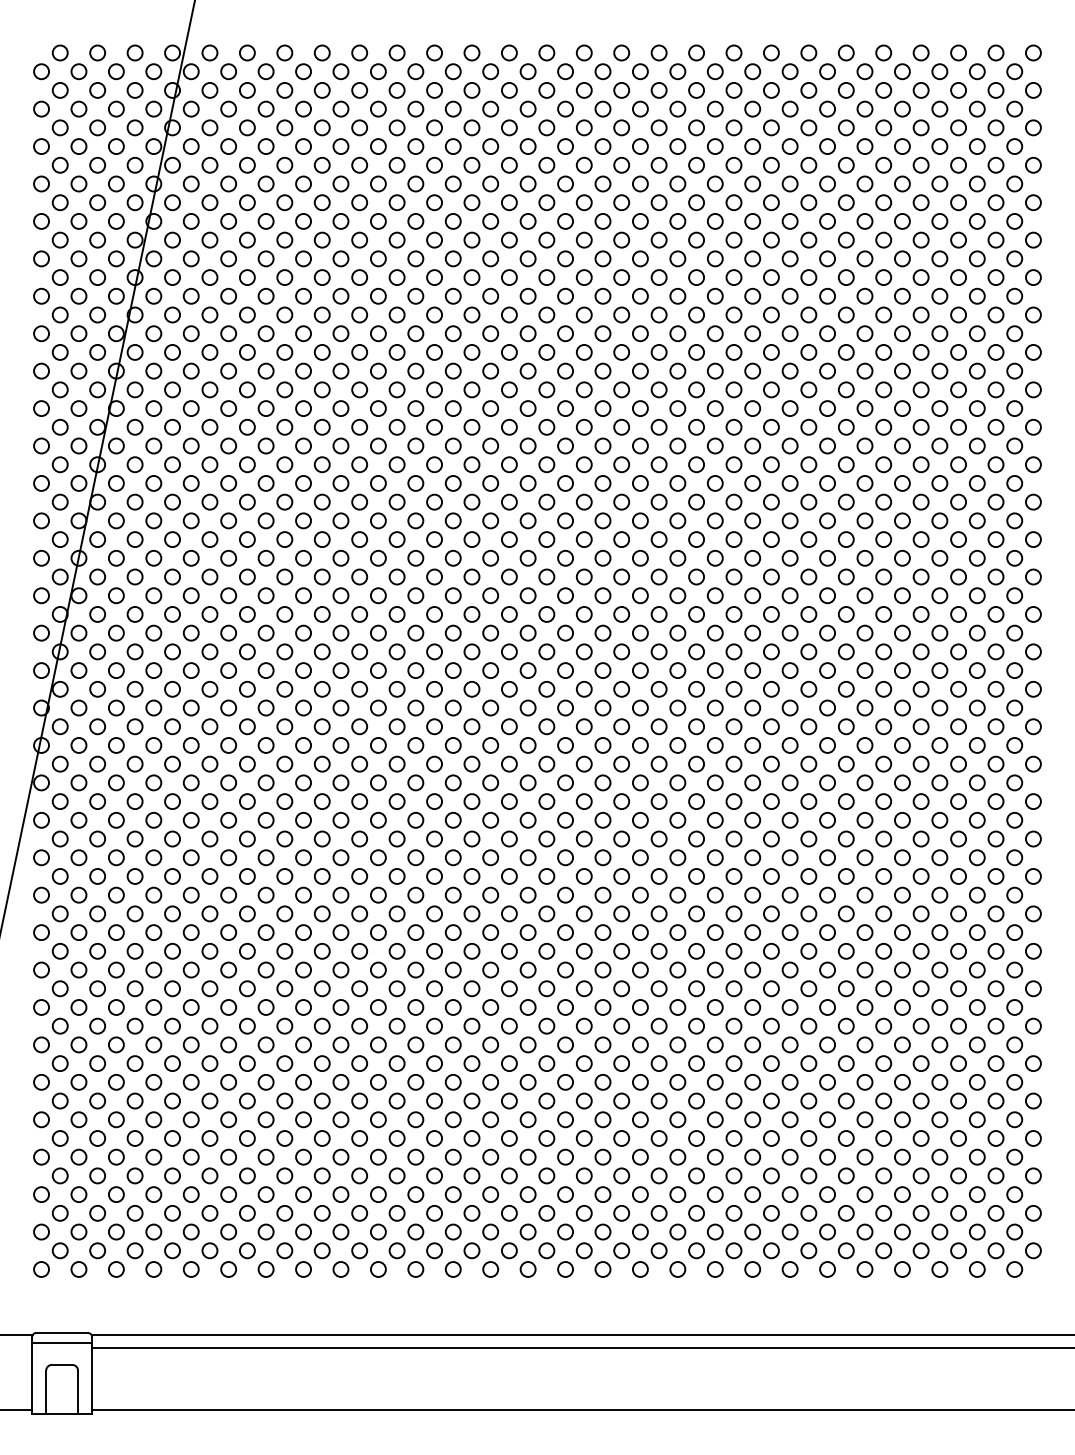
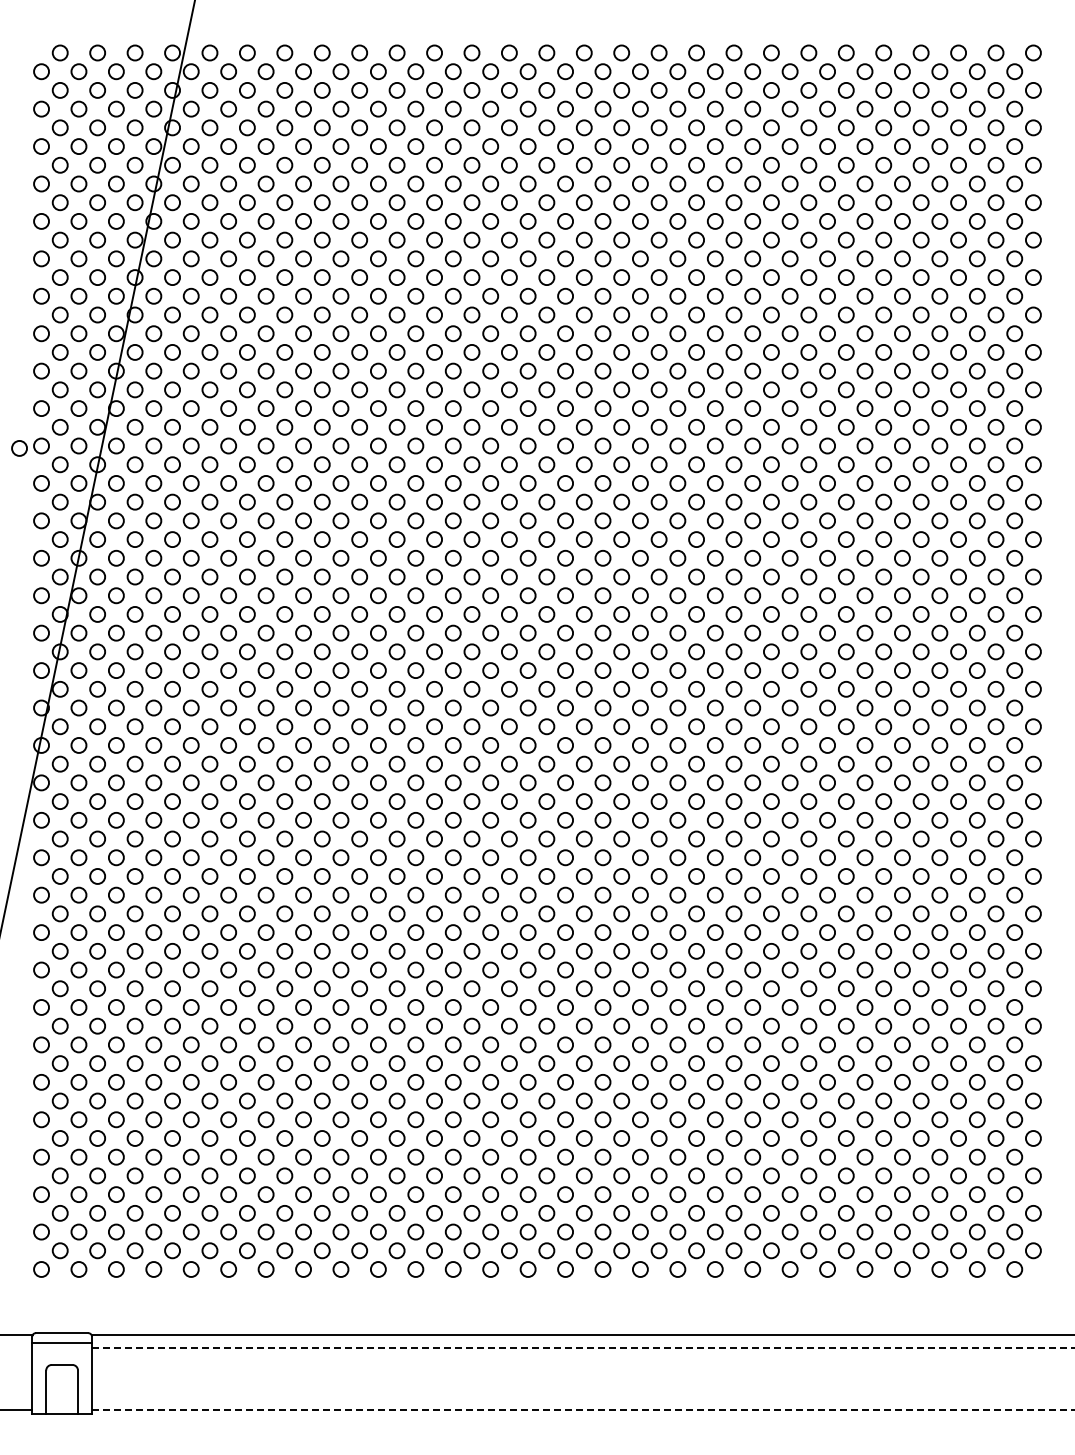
circle at (19, 448): none -> present
line at (584, 1348): solid -> dashed
line at (583, 1409): solid -> dashed
